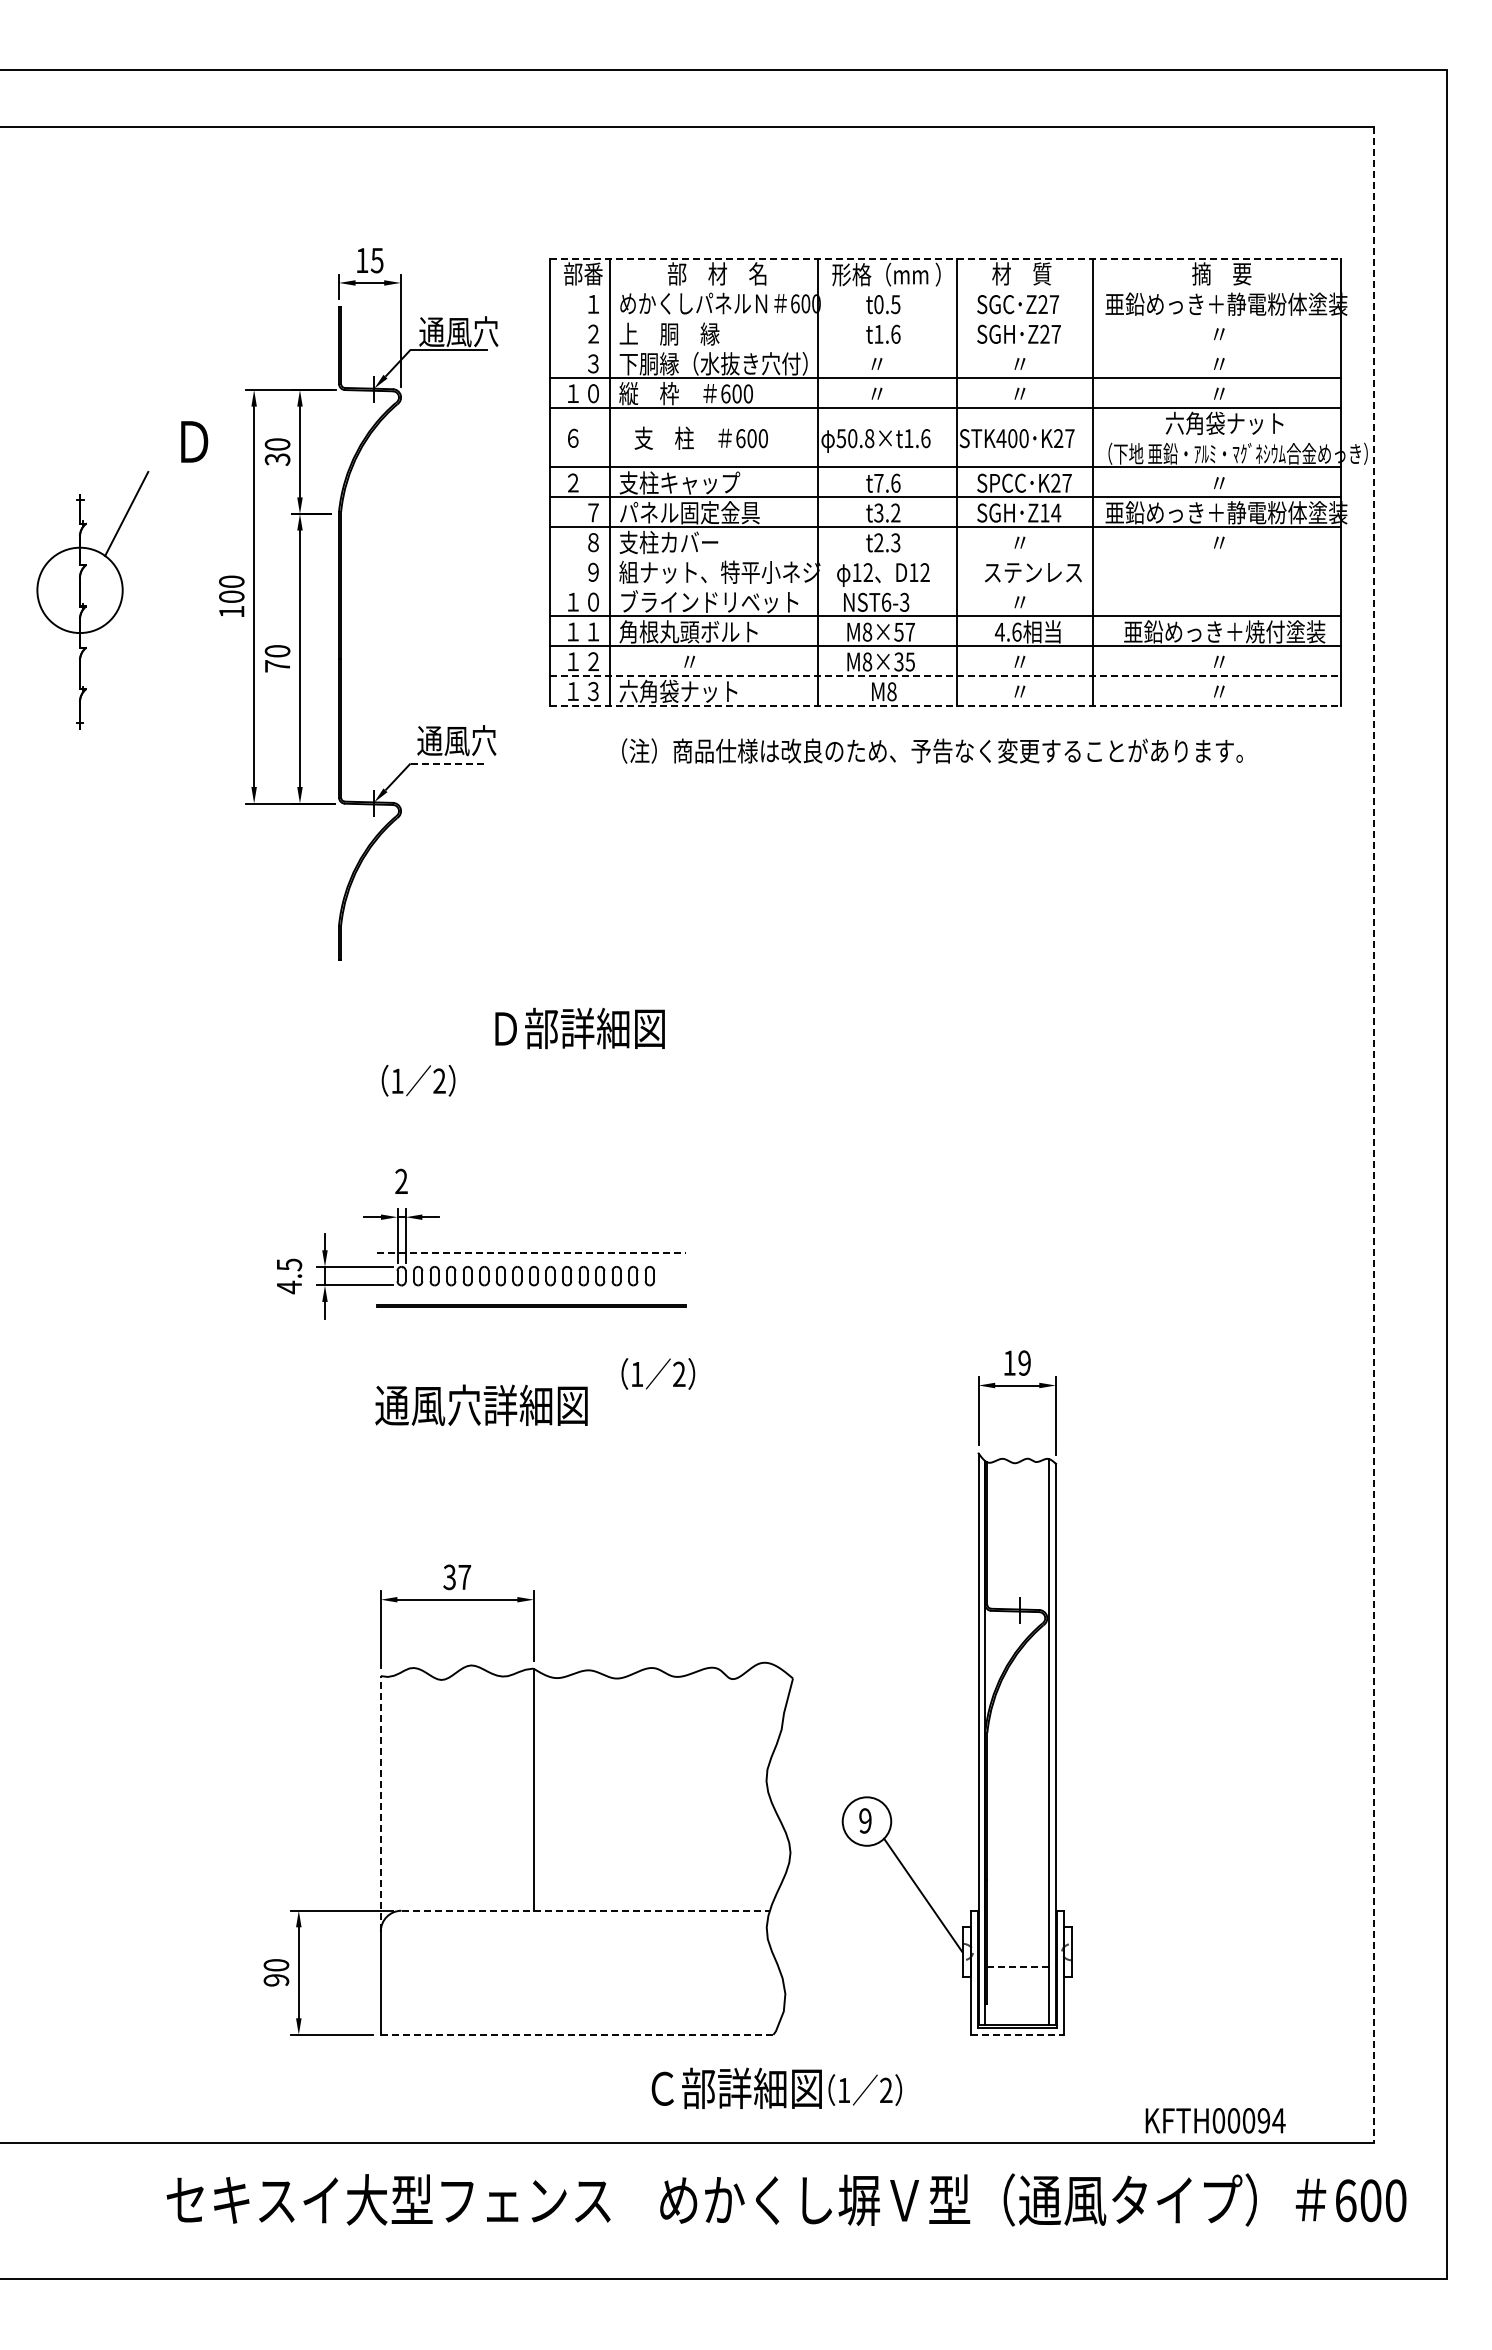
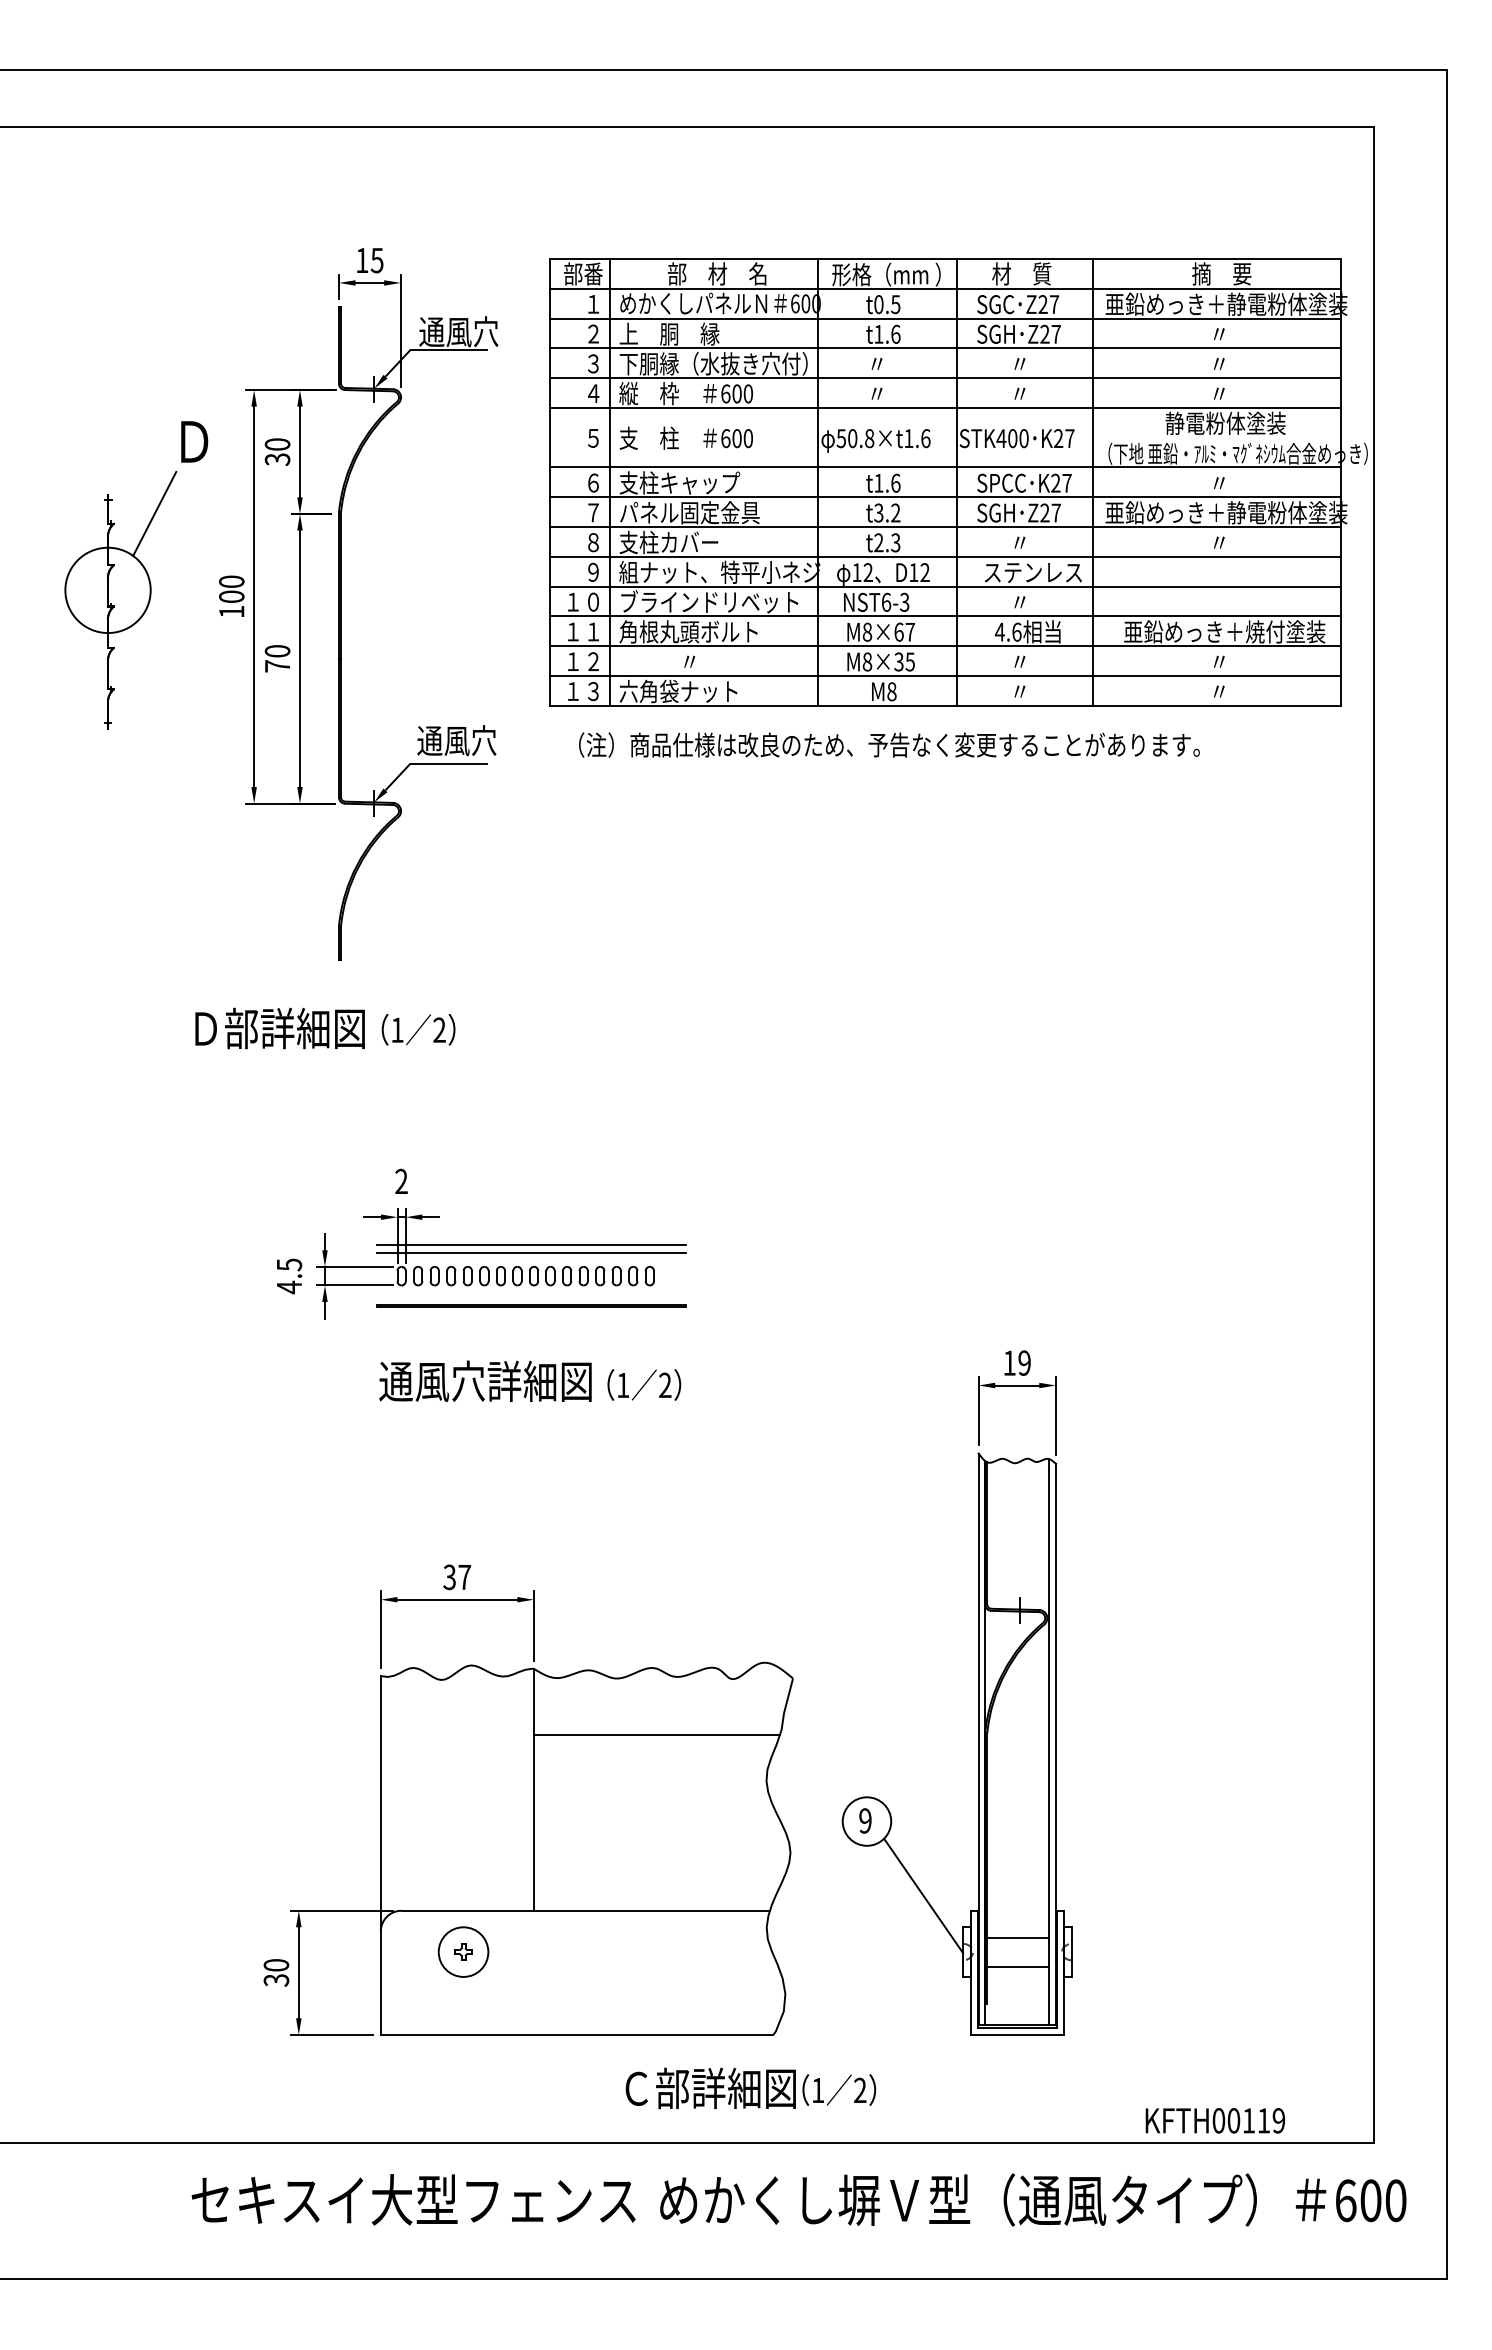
line at (946, 258): dashed -> solid
line at (945, 288): none -> present
line at (945, 318): none -> present
line at (945, 348): none -> present
text at (583, 393): １０ -> ４
text at (1225, 423): 六角袋ナット -> 静電粉体塗装
text at (583, 437): ６ -> ５
text at (700, 437) position: (700, 437) -> (685, 437)
text at (583, 482): ２ -> ６
text at (878, 483): t7.6 -> t1.6
text at (1050, 512): Z14 -> Z27
line at (945, 556): none -> present
line at (945, 586): none -> present
part at (92, 600) position: (92, 600) -> (120, 600)
text at (898, 631): M8×57 -> M8×67
line at (946, 675): dashed -> solid
line at (946, 705): dashed -> solid
text at (932, 750) position: (932, 750) -> (889, 744)
line at (449, 763): dashed -> solid
text at (579, 1028) position: (579, 1028) -> (279, 1028)
text at (418, 1080) position: (418, 1080) -> (418, 1029)
line at (1373, 1135): dashed -> solid
line at (531, 1245): none -> present
line at (531, 1252): dashed -> solid
text at (658, 1373) position: (658, 1373) -> (644, 1384)
text at (481, 1405) position: (481, 1405) -> (485, 1381)
line at (656, 1734): none -> present
line at (380, 1803): dashed -> solid
line at (586, 1910): dashed -> solid
line at (1018, 1937): none -> present
part at (463, 1951): none -> present
line at (1018, 1966): dashed -> solid
text at (276, 1980): 90 -> 30
line at (577, 2034): dashed -> solid
line at (1017, 2034): dashed -> solid
text at (776, 2088) position: (776, 2088) -> (750, 2088)
text at (1263, 2120): KFTH00094 -> KFTH00119
text at (388, 2199) position: (388, 2199) -> (413, 2199)
